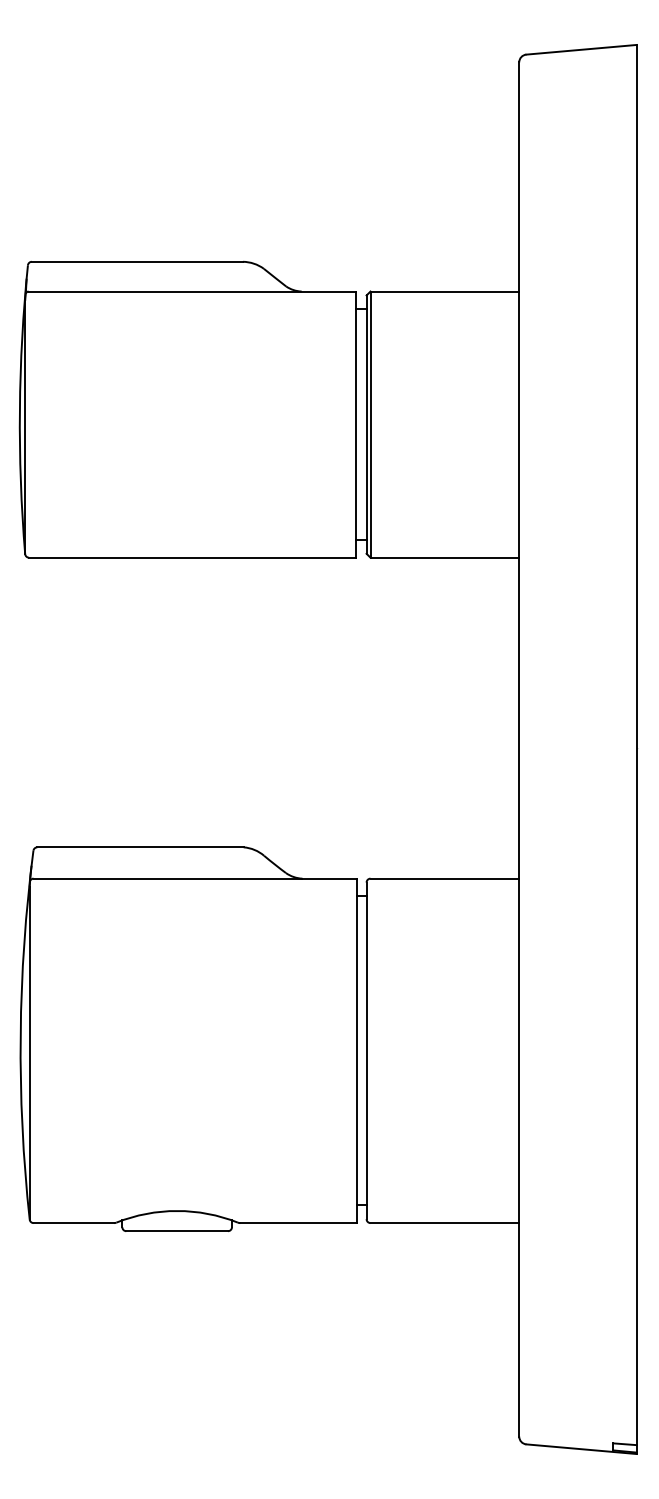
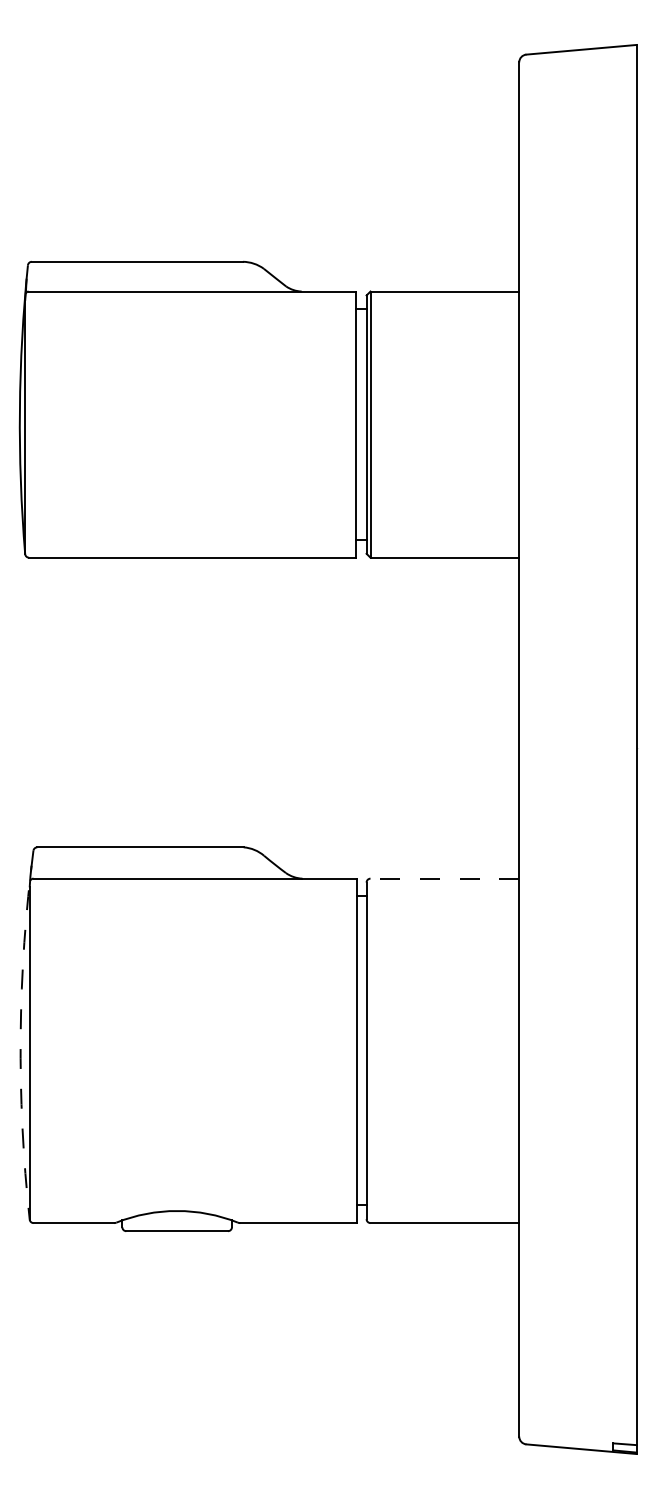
line at (444, 878): solid -> dashed
arc at (20, 1035): solid -> dashed
